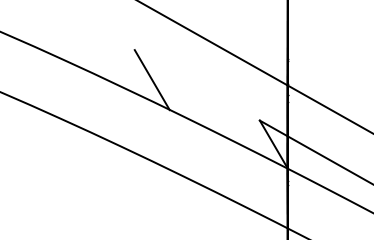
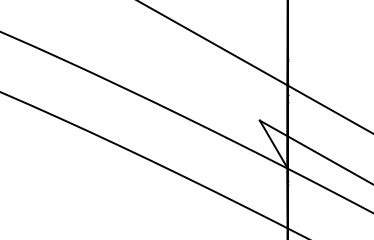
line at (151, 80): present -> none
